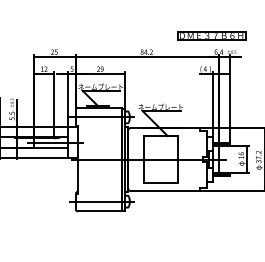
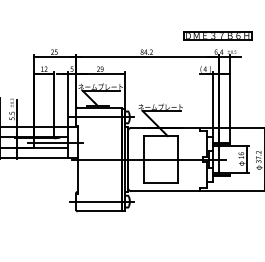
part at (211, 35) position: (211, 35) -> (217, 35)
